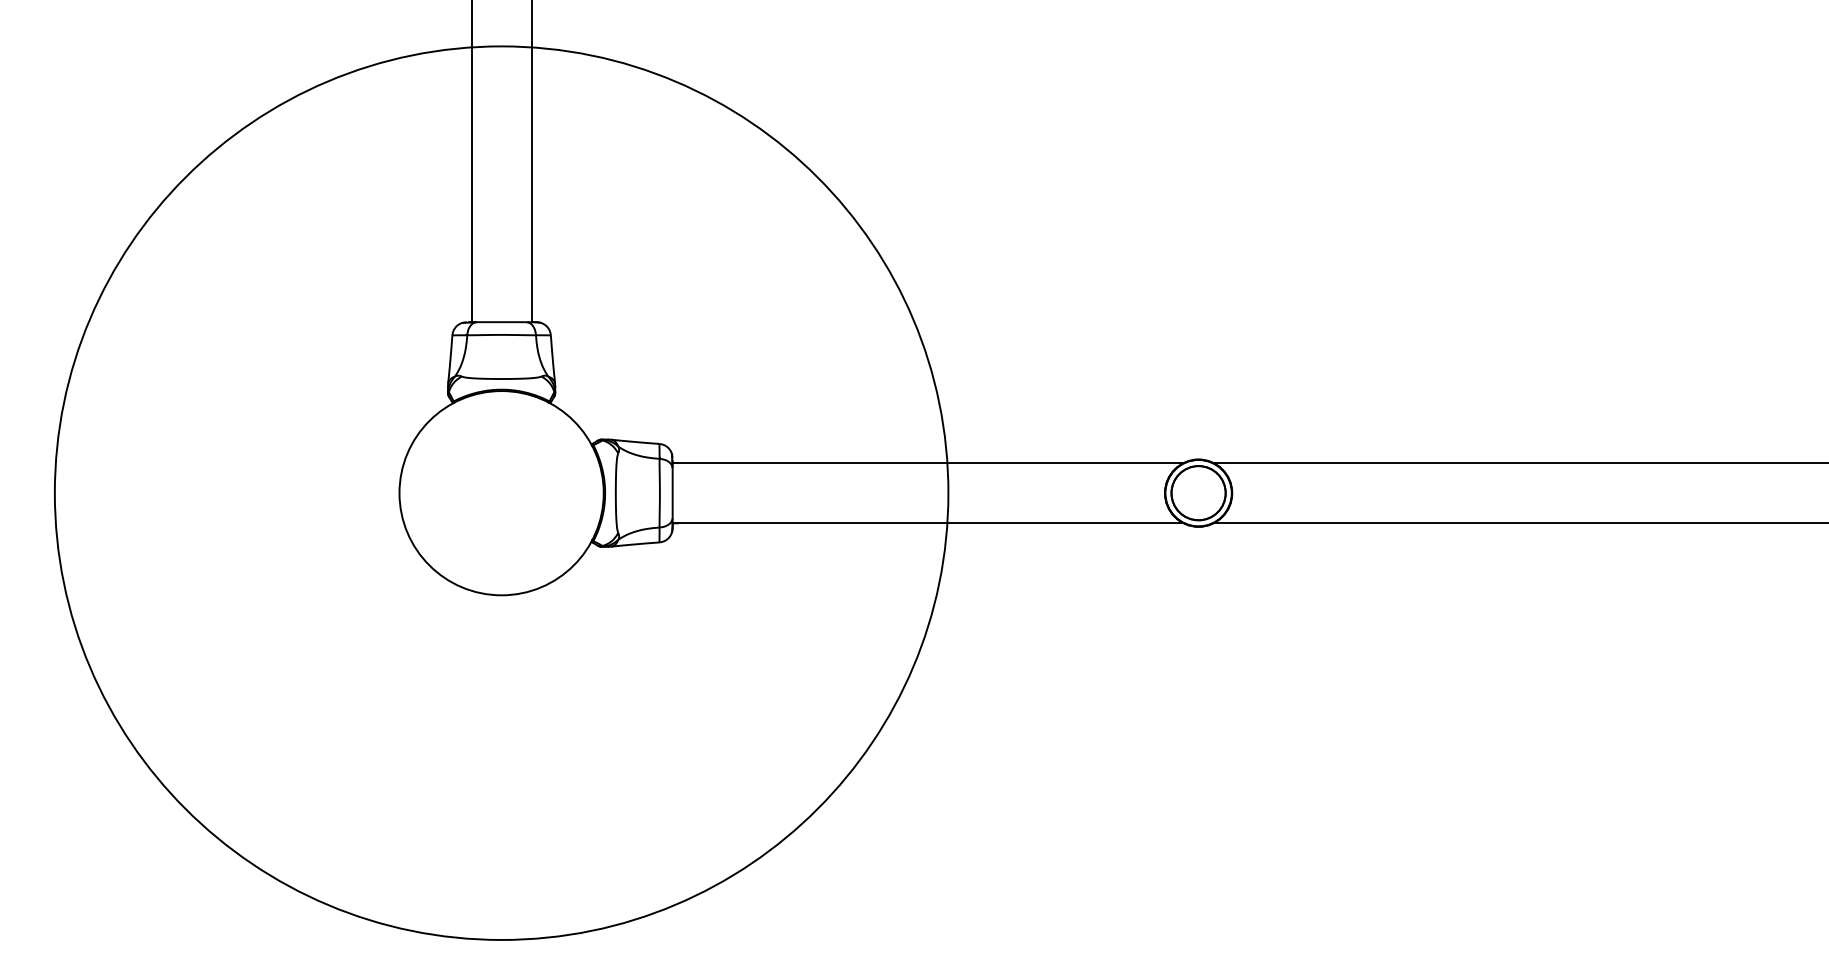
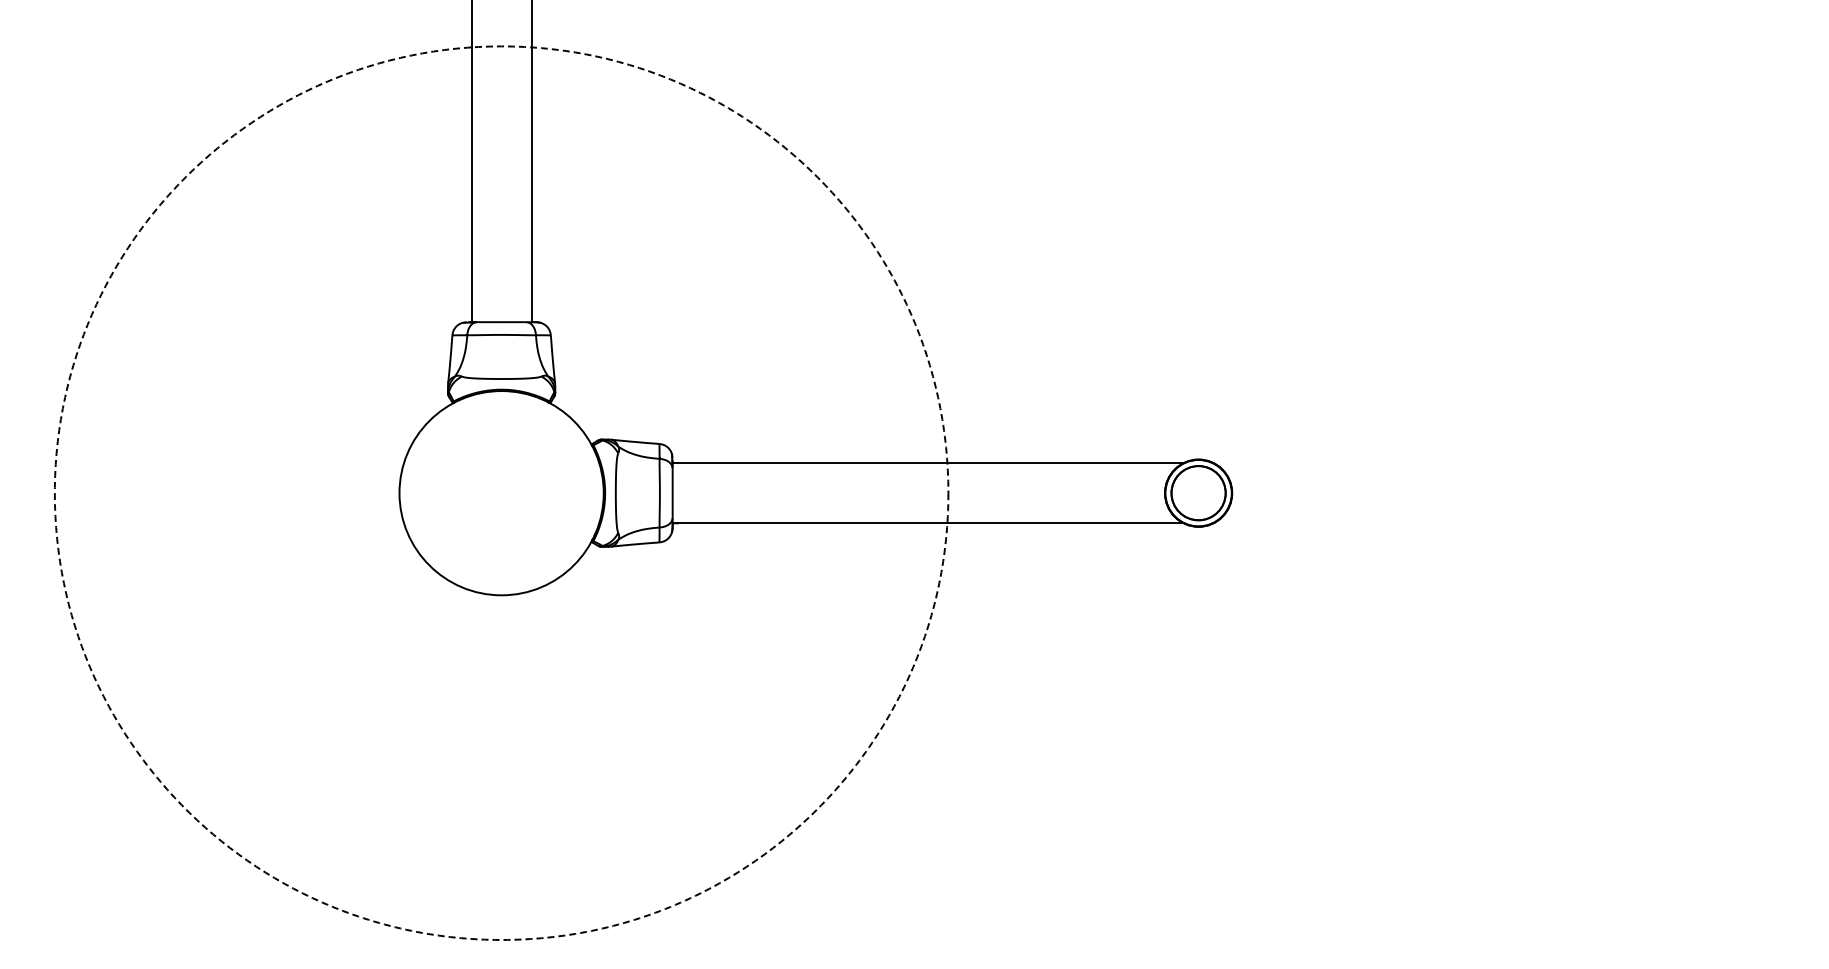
line at (1519, 463): present -> none
circle at (501, 492): solid -> dashed
line at (1519, 523): present -> none
